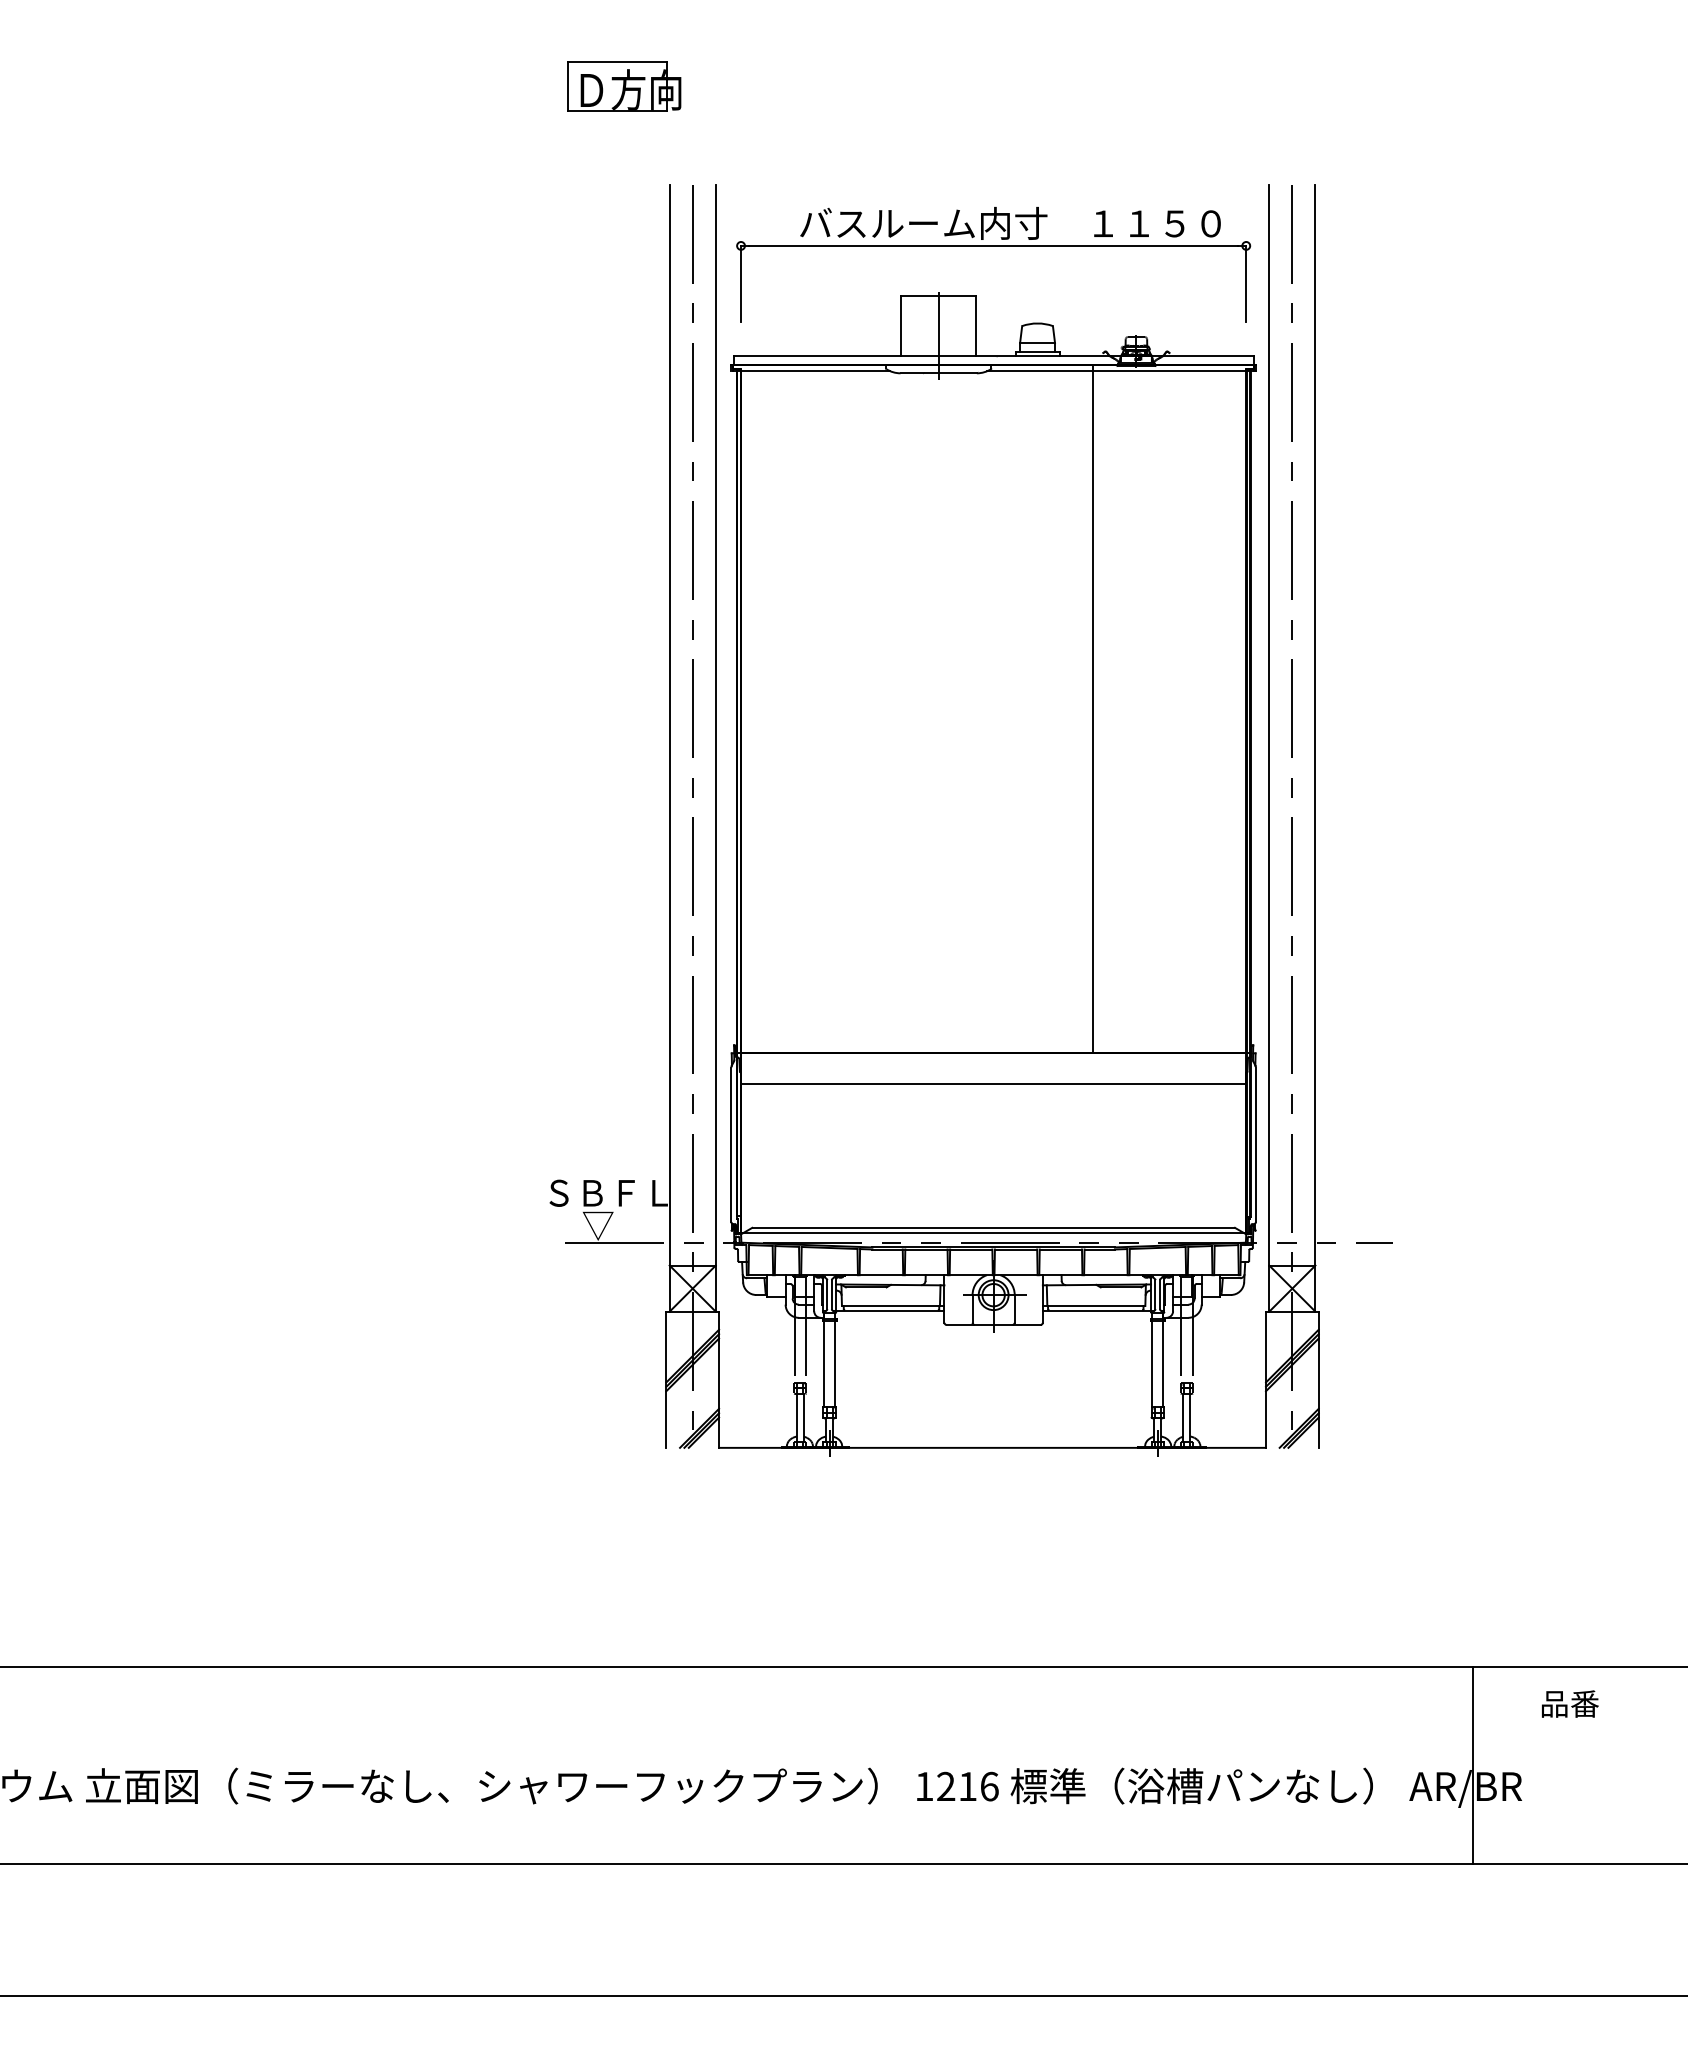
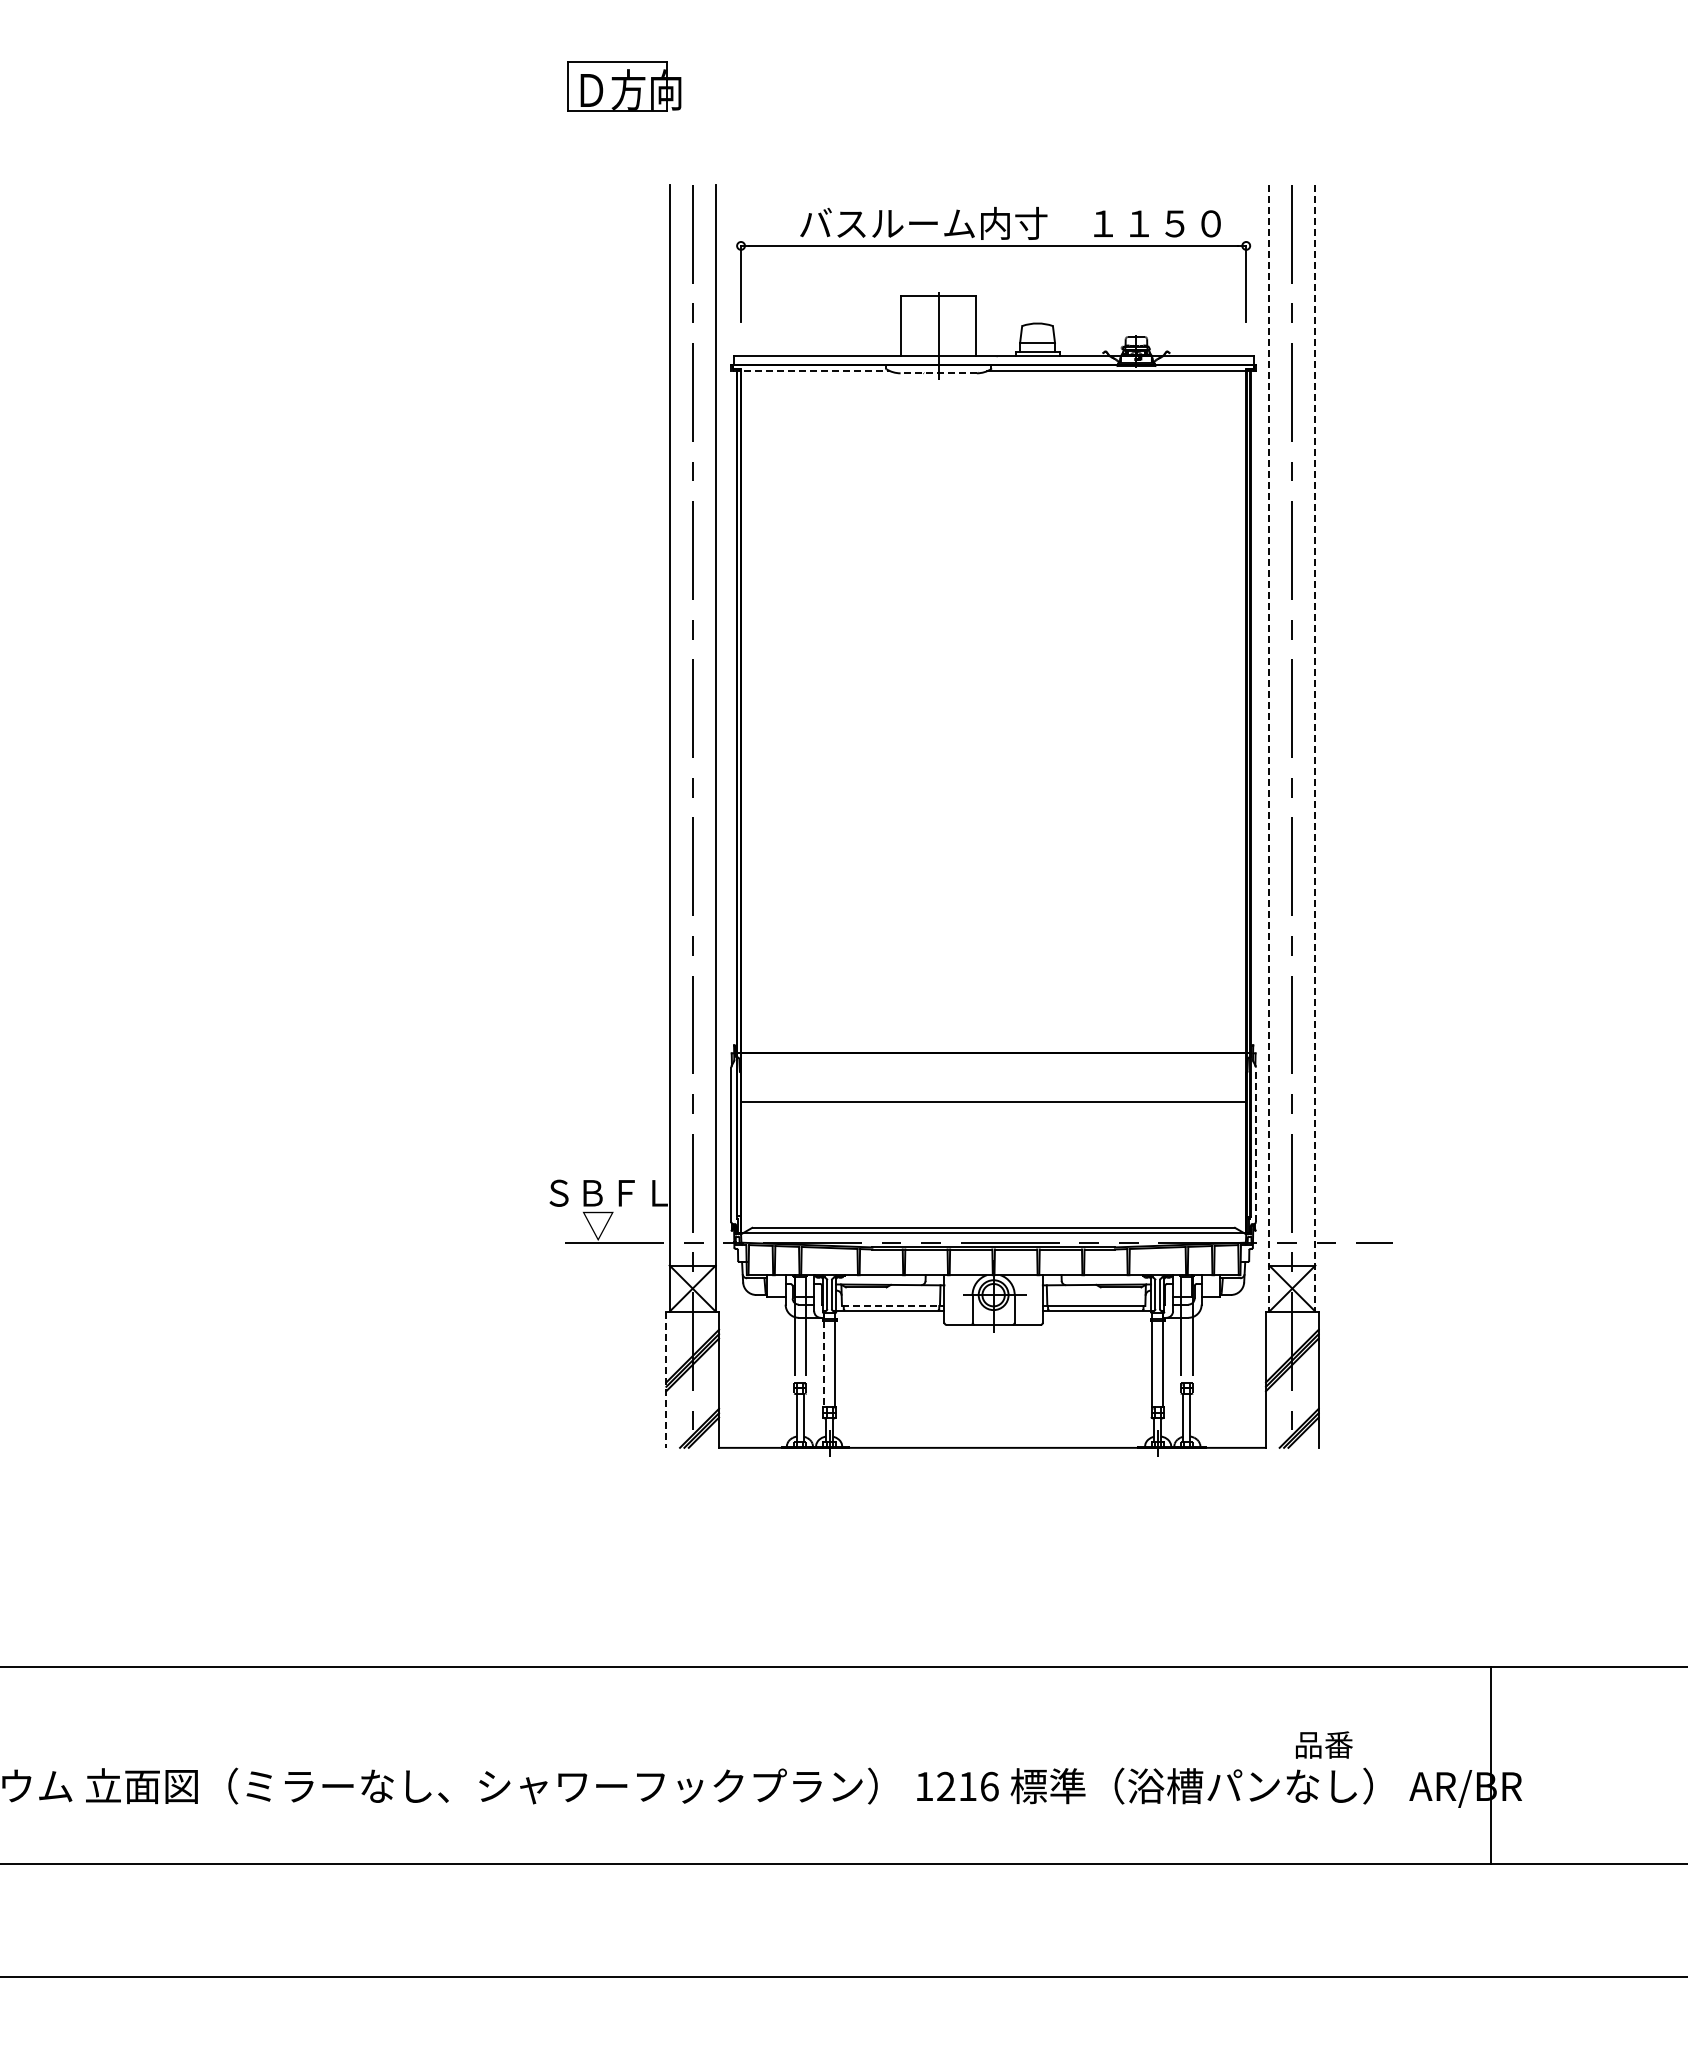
line at (812, 371): solid -> dashed
line at (938, 373): solid -> dashed
line at (1092, 708): present -> none
line at (1269, 748): solid -> dashed
line at (1315, 748): solid -> dashed
line at (993, 1084) position: (993, 1084) -> (993, 1102)
line at (1255, 1144): solid -> dashed
line at (893, 1305): solid -> dashed
line at (823, 1364): solid -> dashed
line at (666, 1380): solid -> dashed
text at (1570, 1703) position: (1570, 1703) -> (1324, 1744)
line at (1473, 1765) position: (1473, 1765) -> (1491, 1765)
line at (843, 1996) position: (843, 1996) -> (843, 1977)
